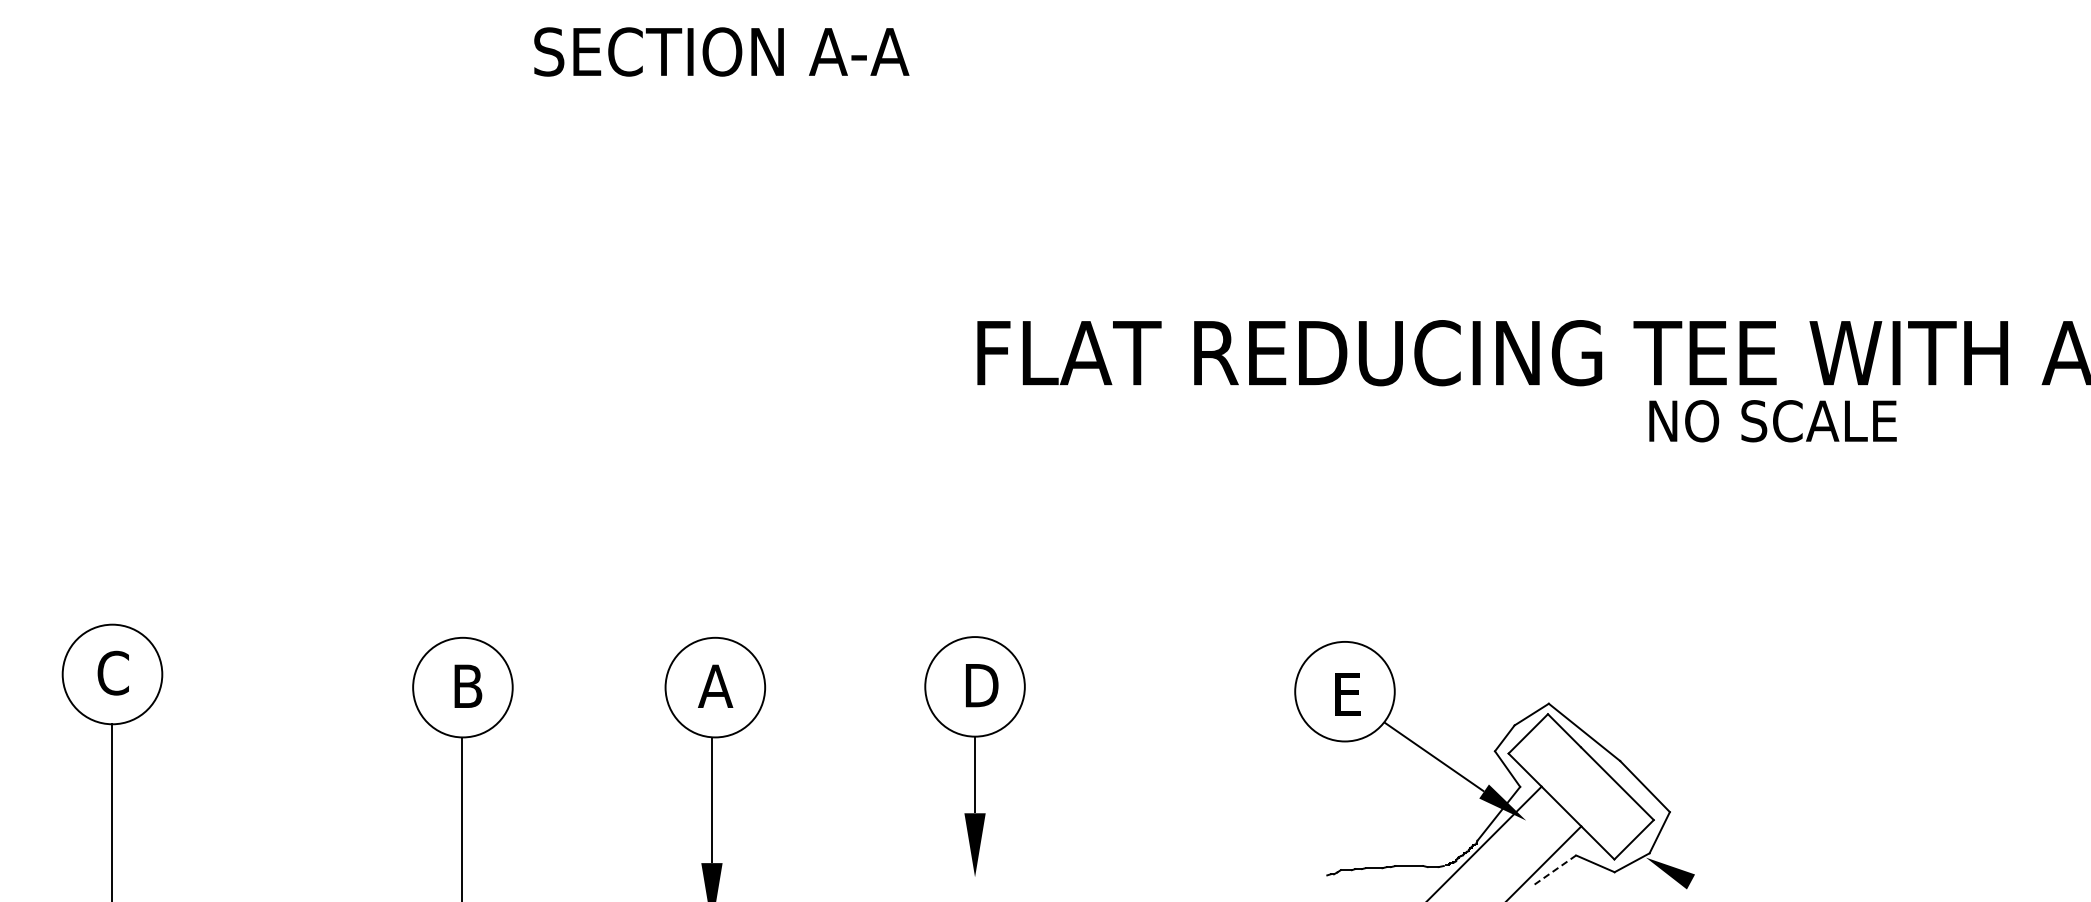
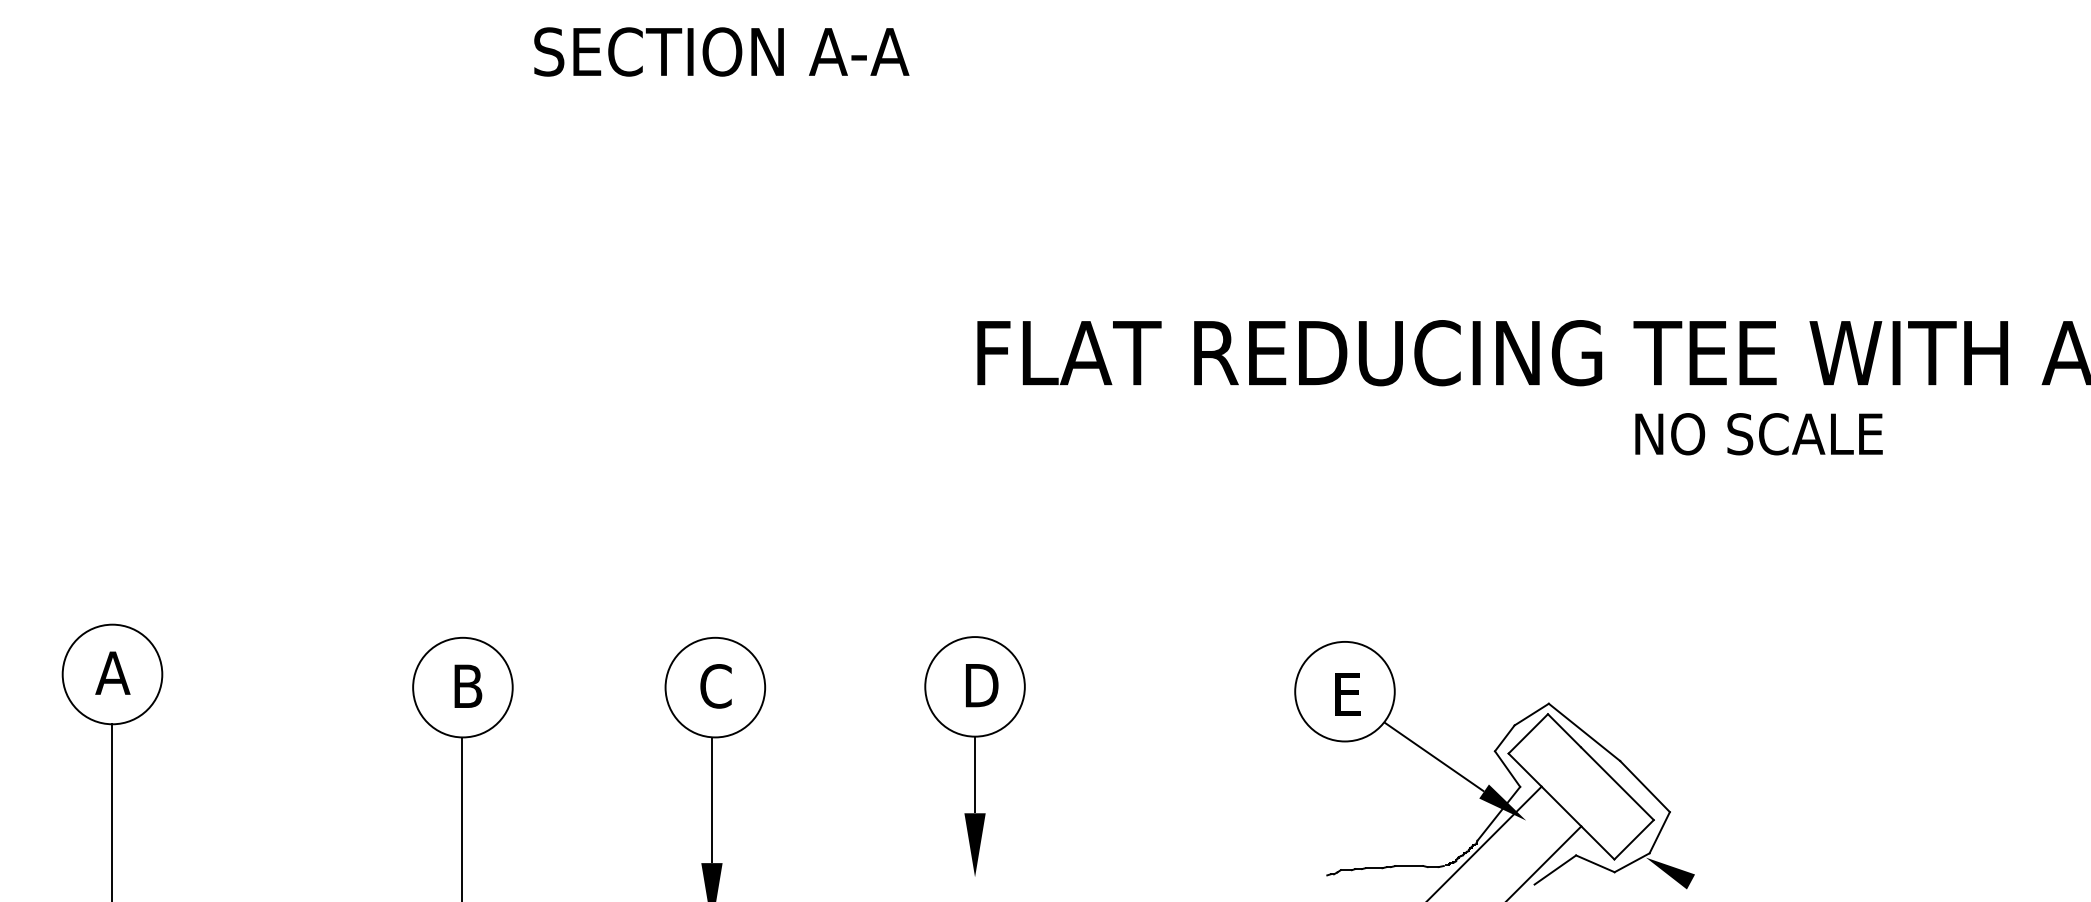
text at (1772, 421) position: (1772, 421) -> (1758, 434)
text at (112, 672): C -> A
text at (715, 686): A -> C
line at (1555, 869): dashed -> solid
